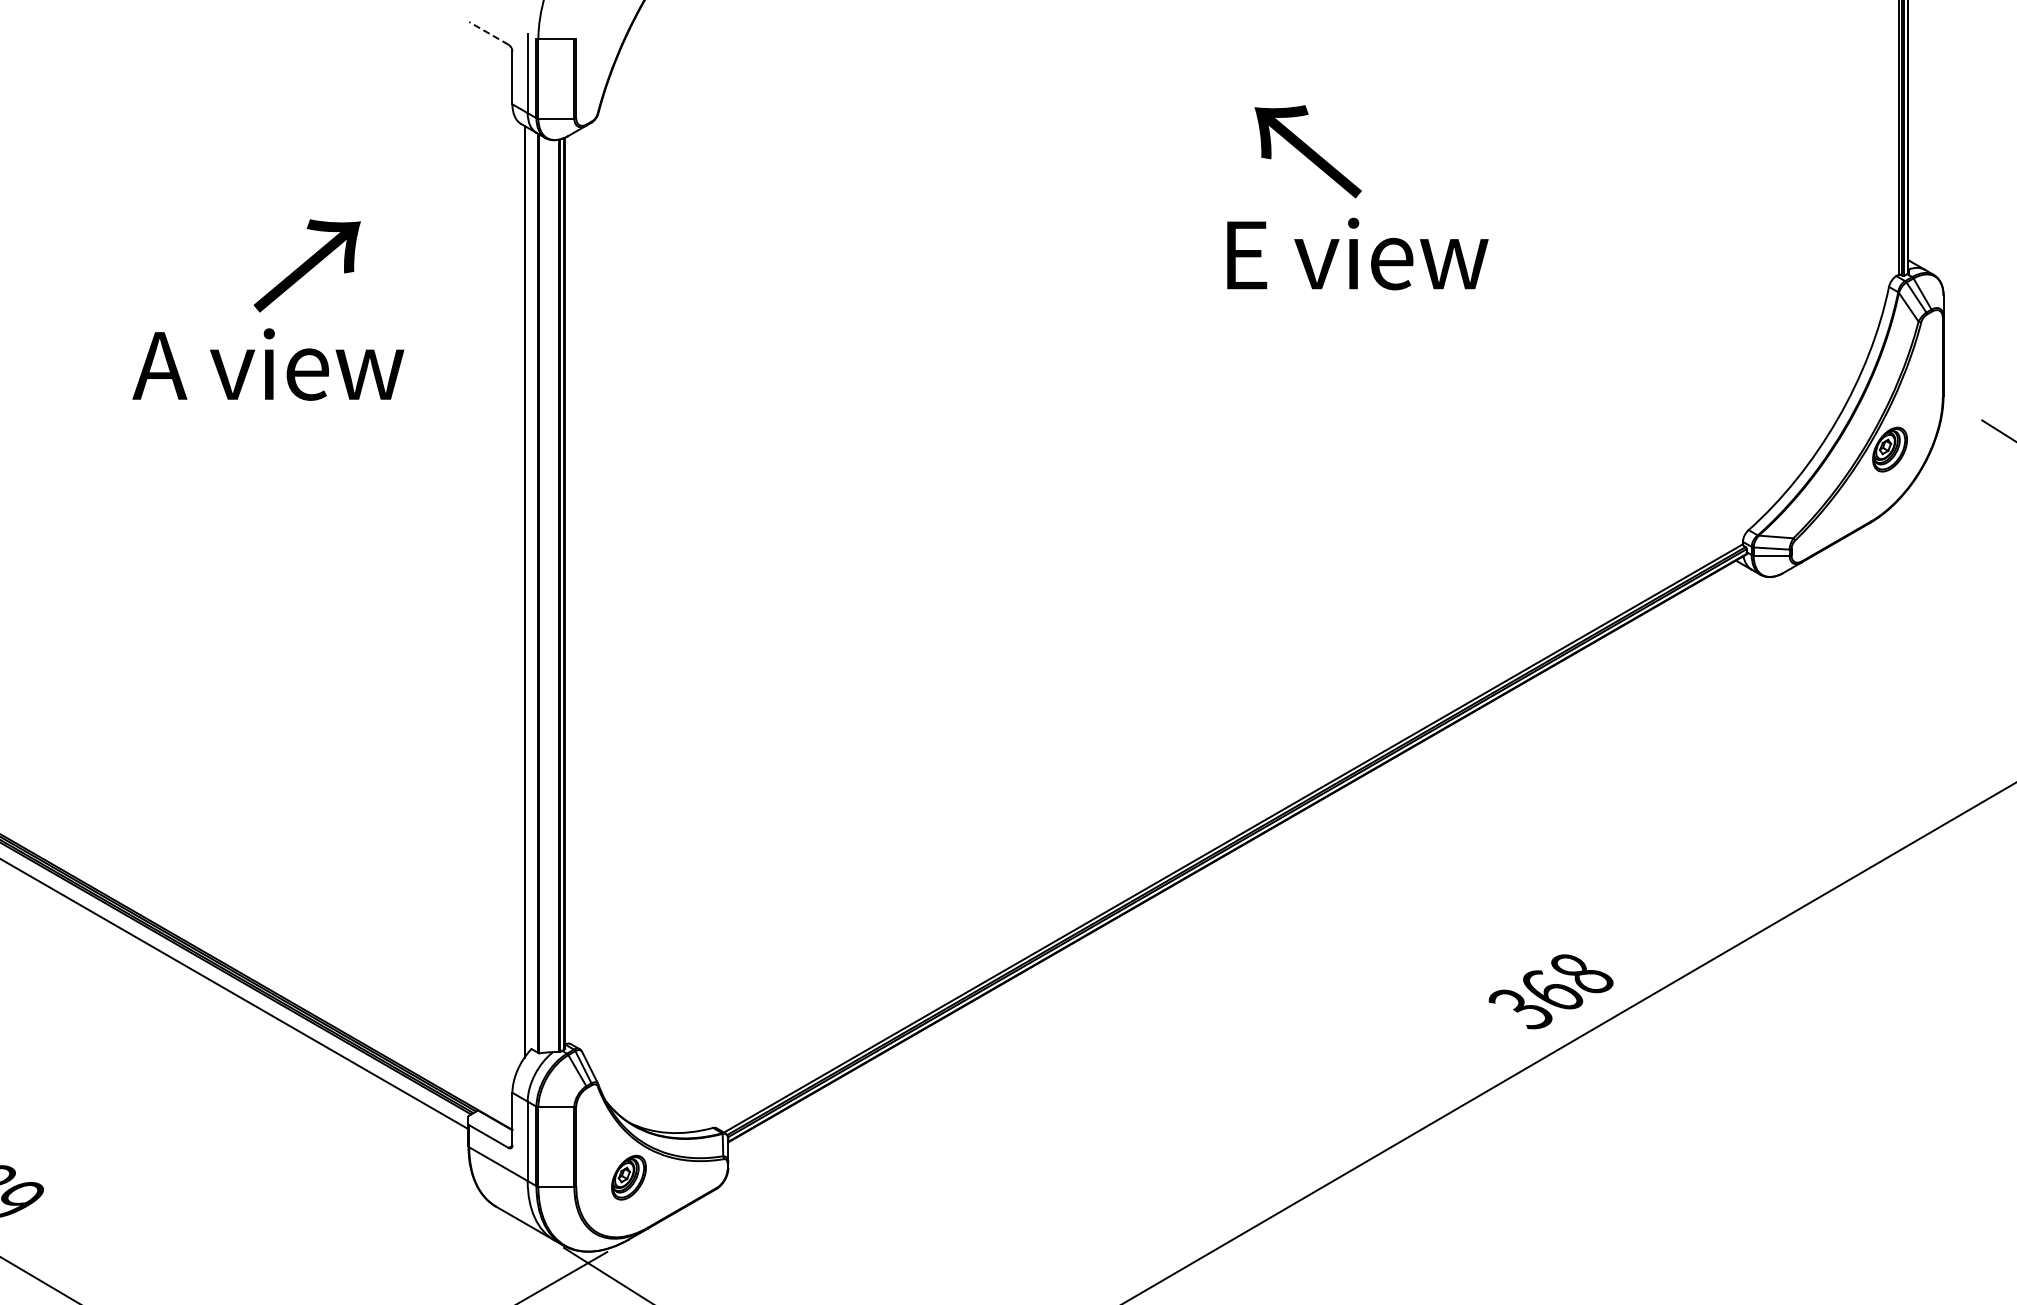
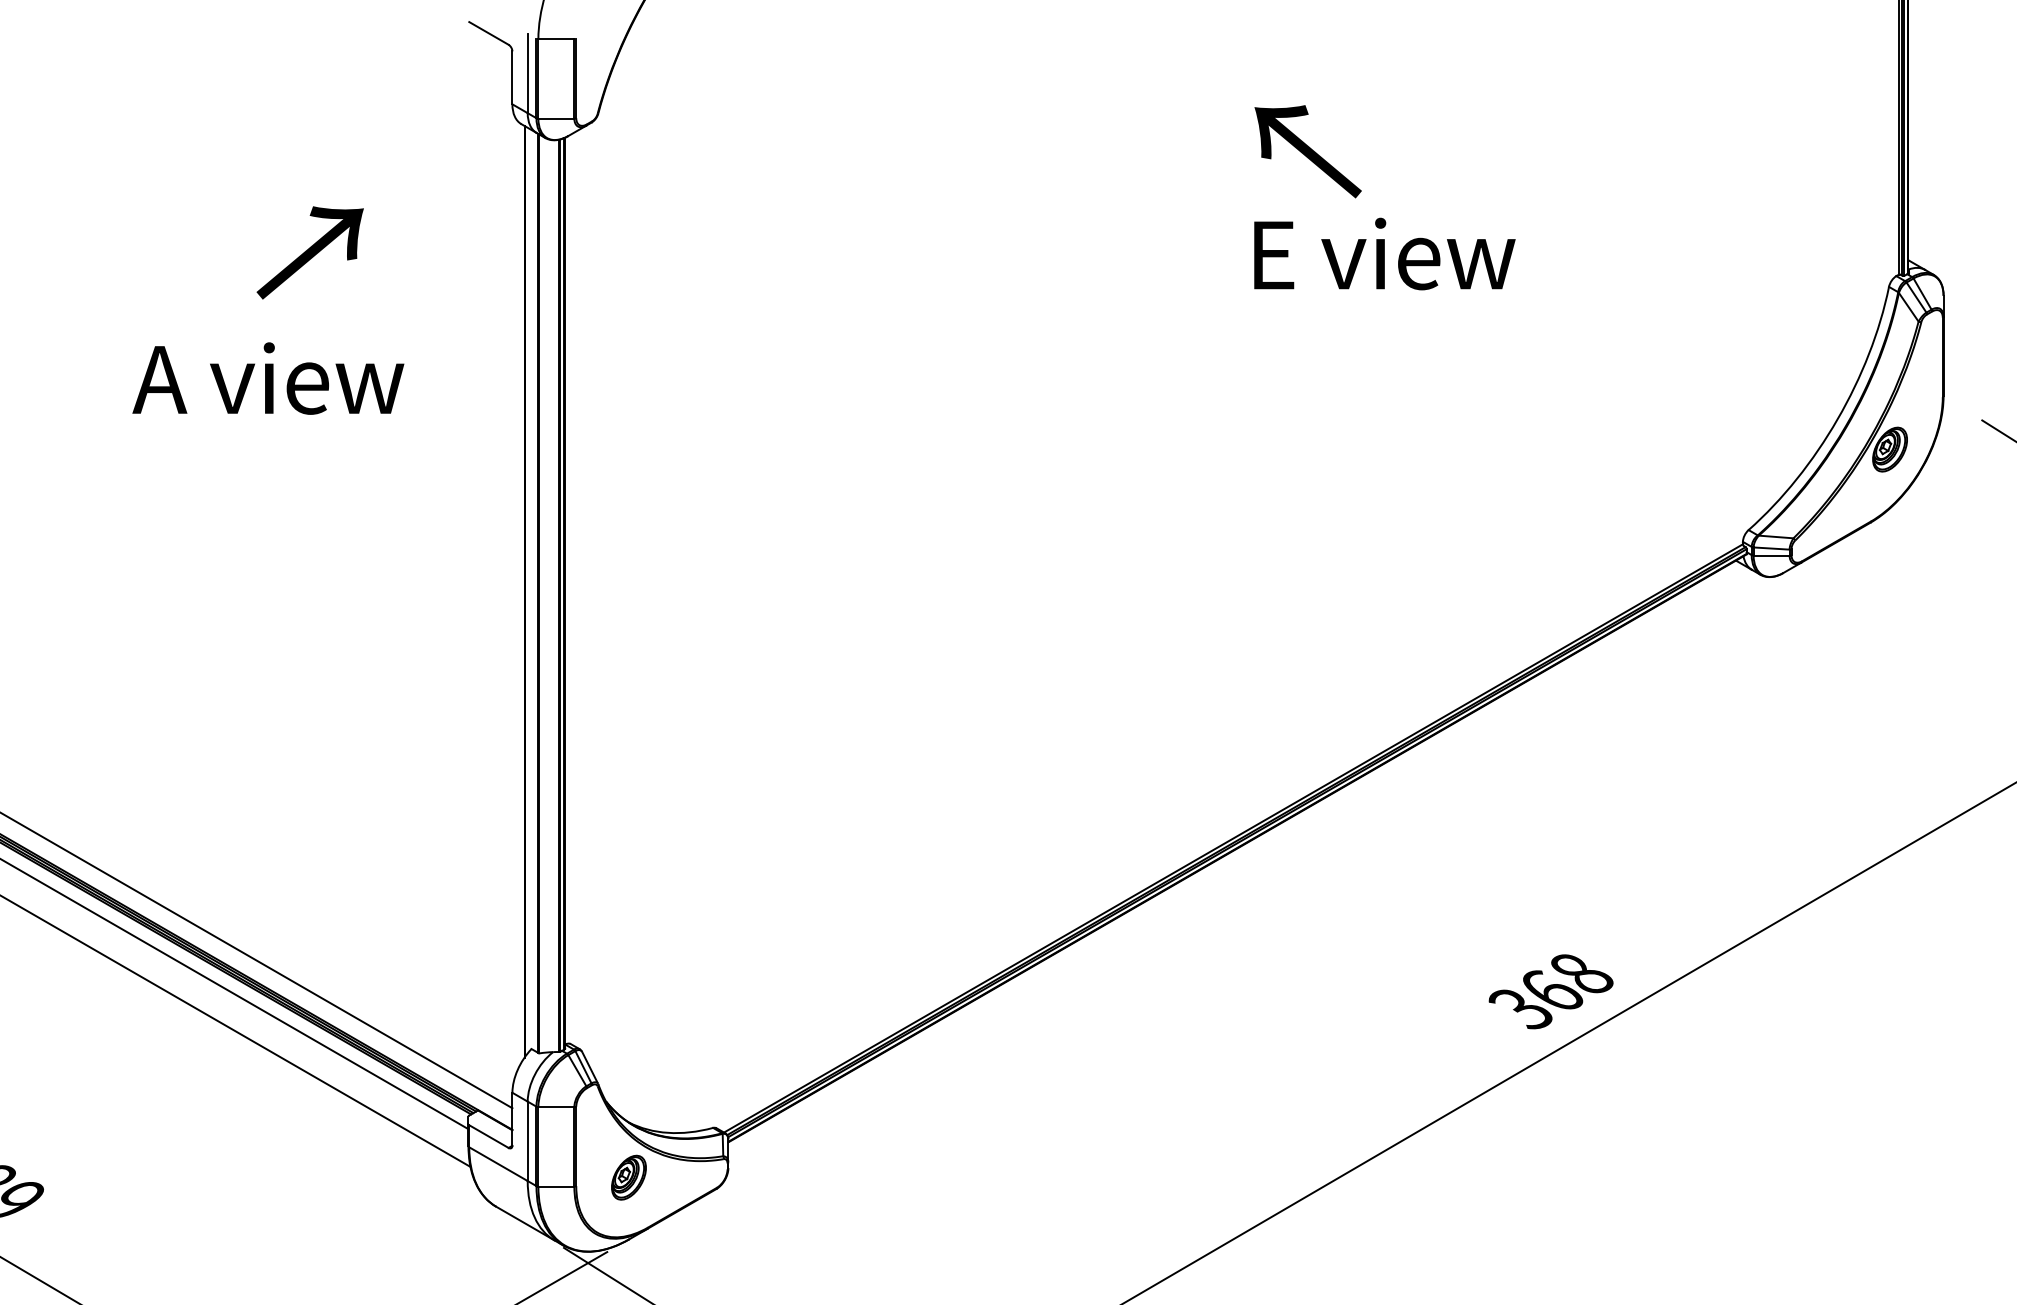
line at (488, 33): dashed -> solid
text at (1357, 253) position: (1357, 253) -> (1384, 253)
text at (306, 265) position: (306, 265) -> (309, 252)
text at (268, 364) position: (268, 364) -> (268, 378)
line at (257, 961): none -> present
line at (236, 1031): none -> present
